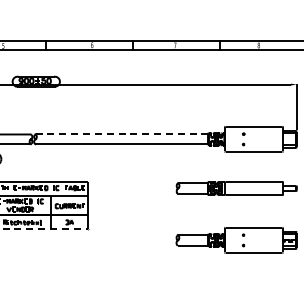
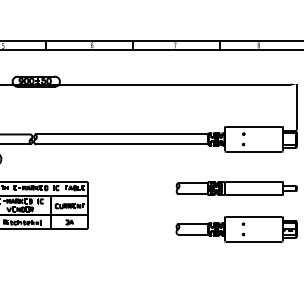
line at (121, 134): dashed -> solid
line at (45, 229): dashed -> solid
part at (236, 240) position: (236, 240) -> (236, 229)
